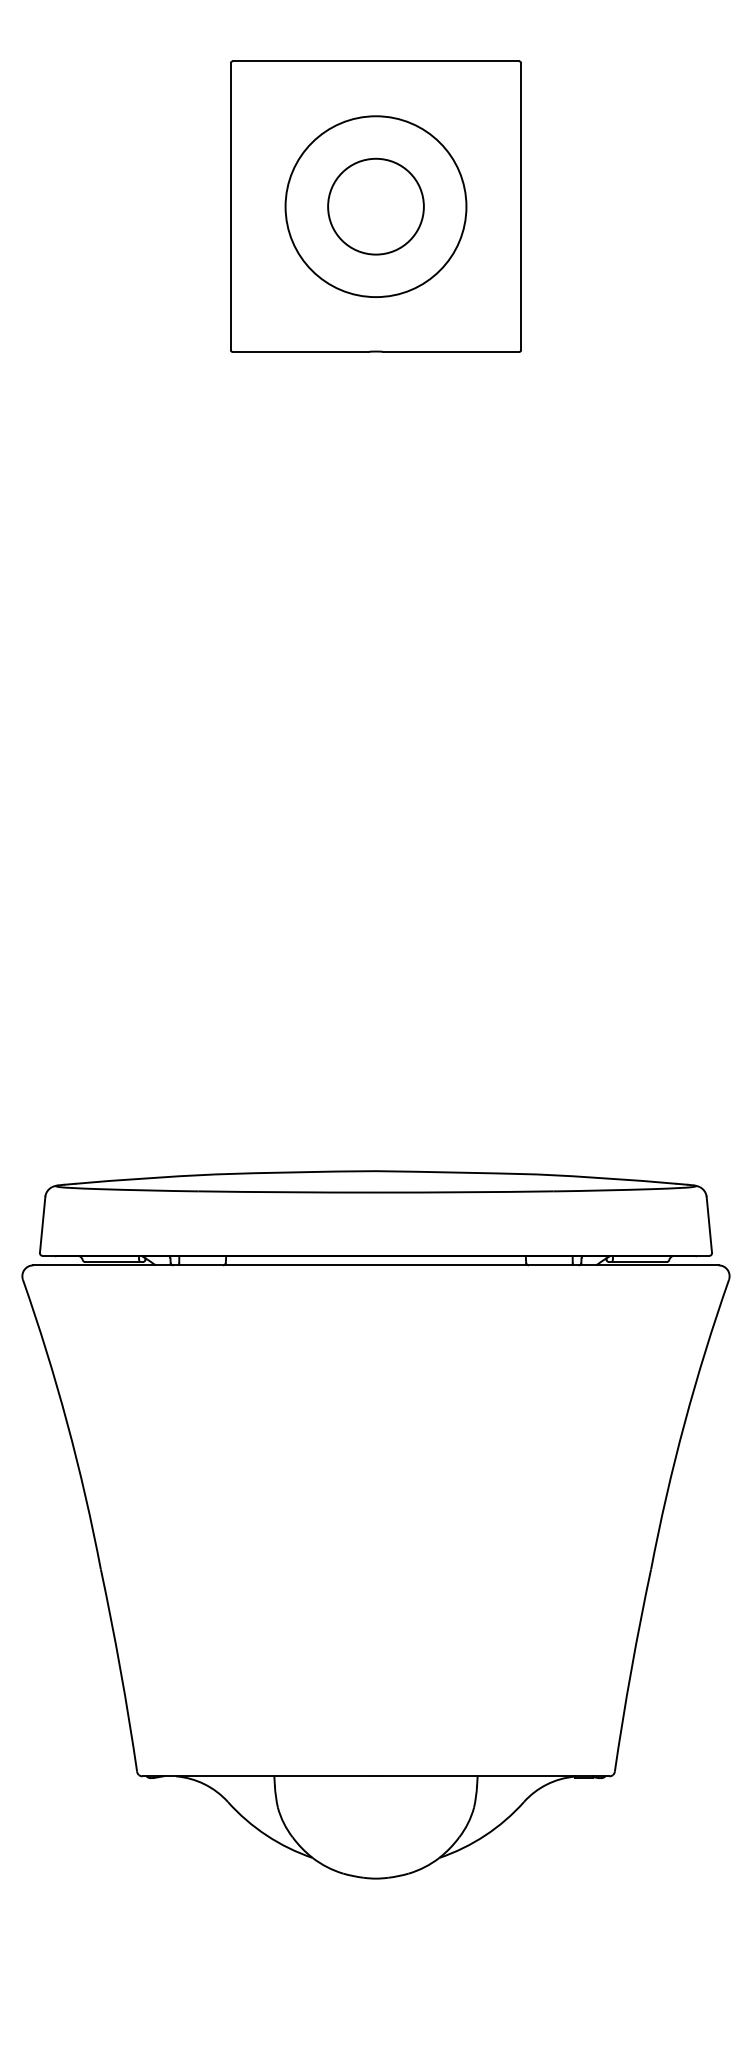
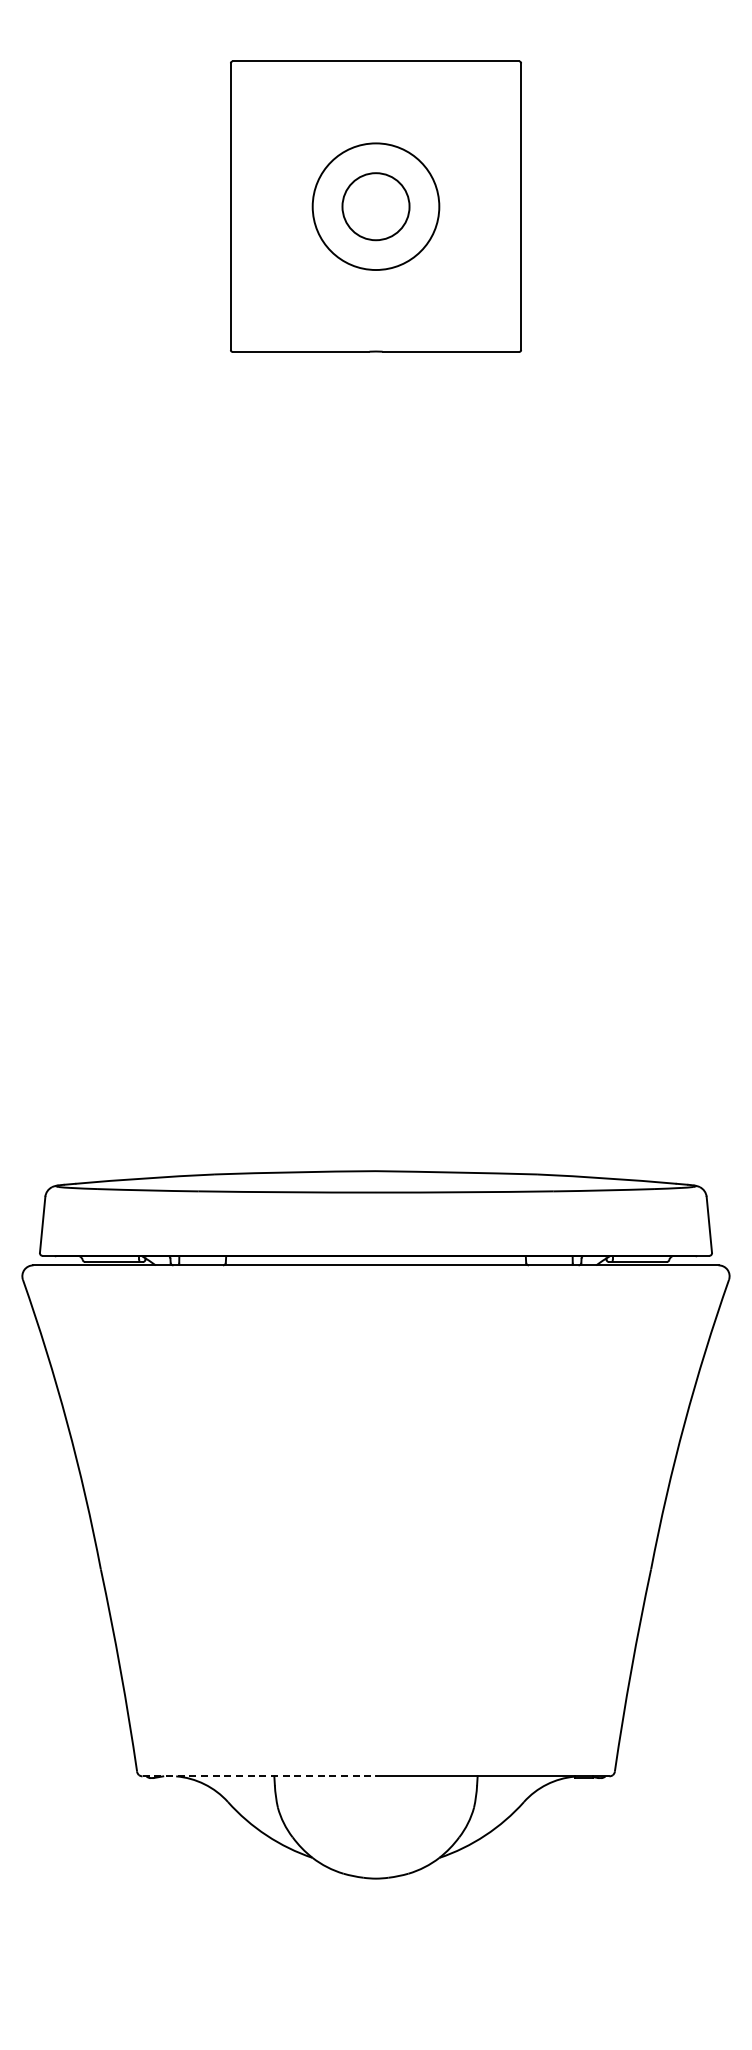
circle at (375, 206) diameter: 181 px -> 127 px
circle at (375, 206) diameter: 96 px -> 67 px
line at (259, 1776): solid -> dashed
